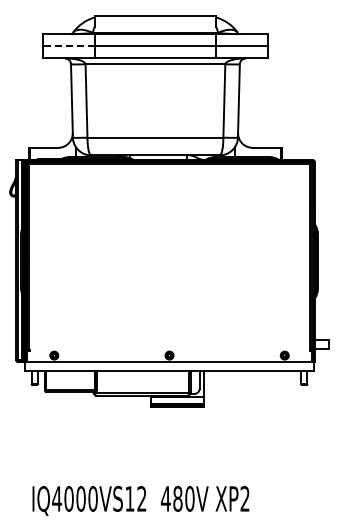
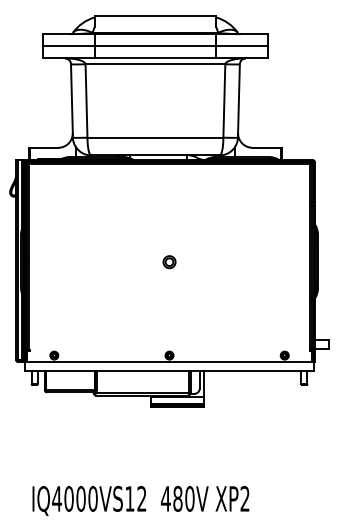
line at (69, 46): dashed -> solid
part at (169, 262): none -> present
